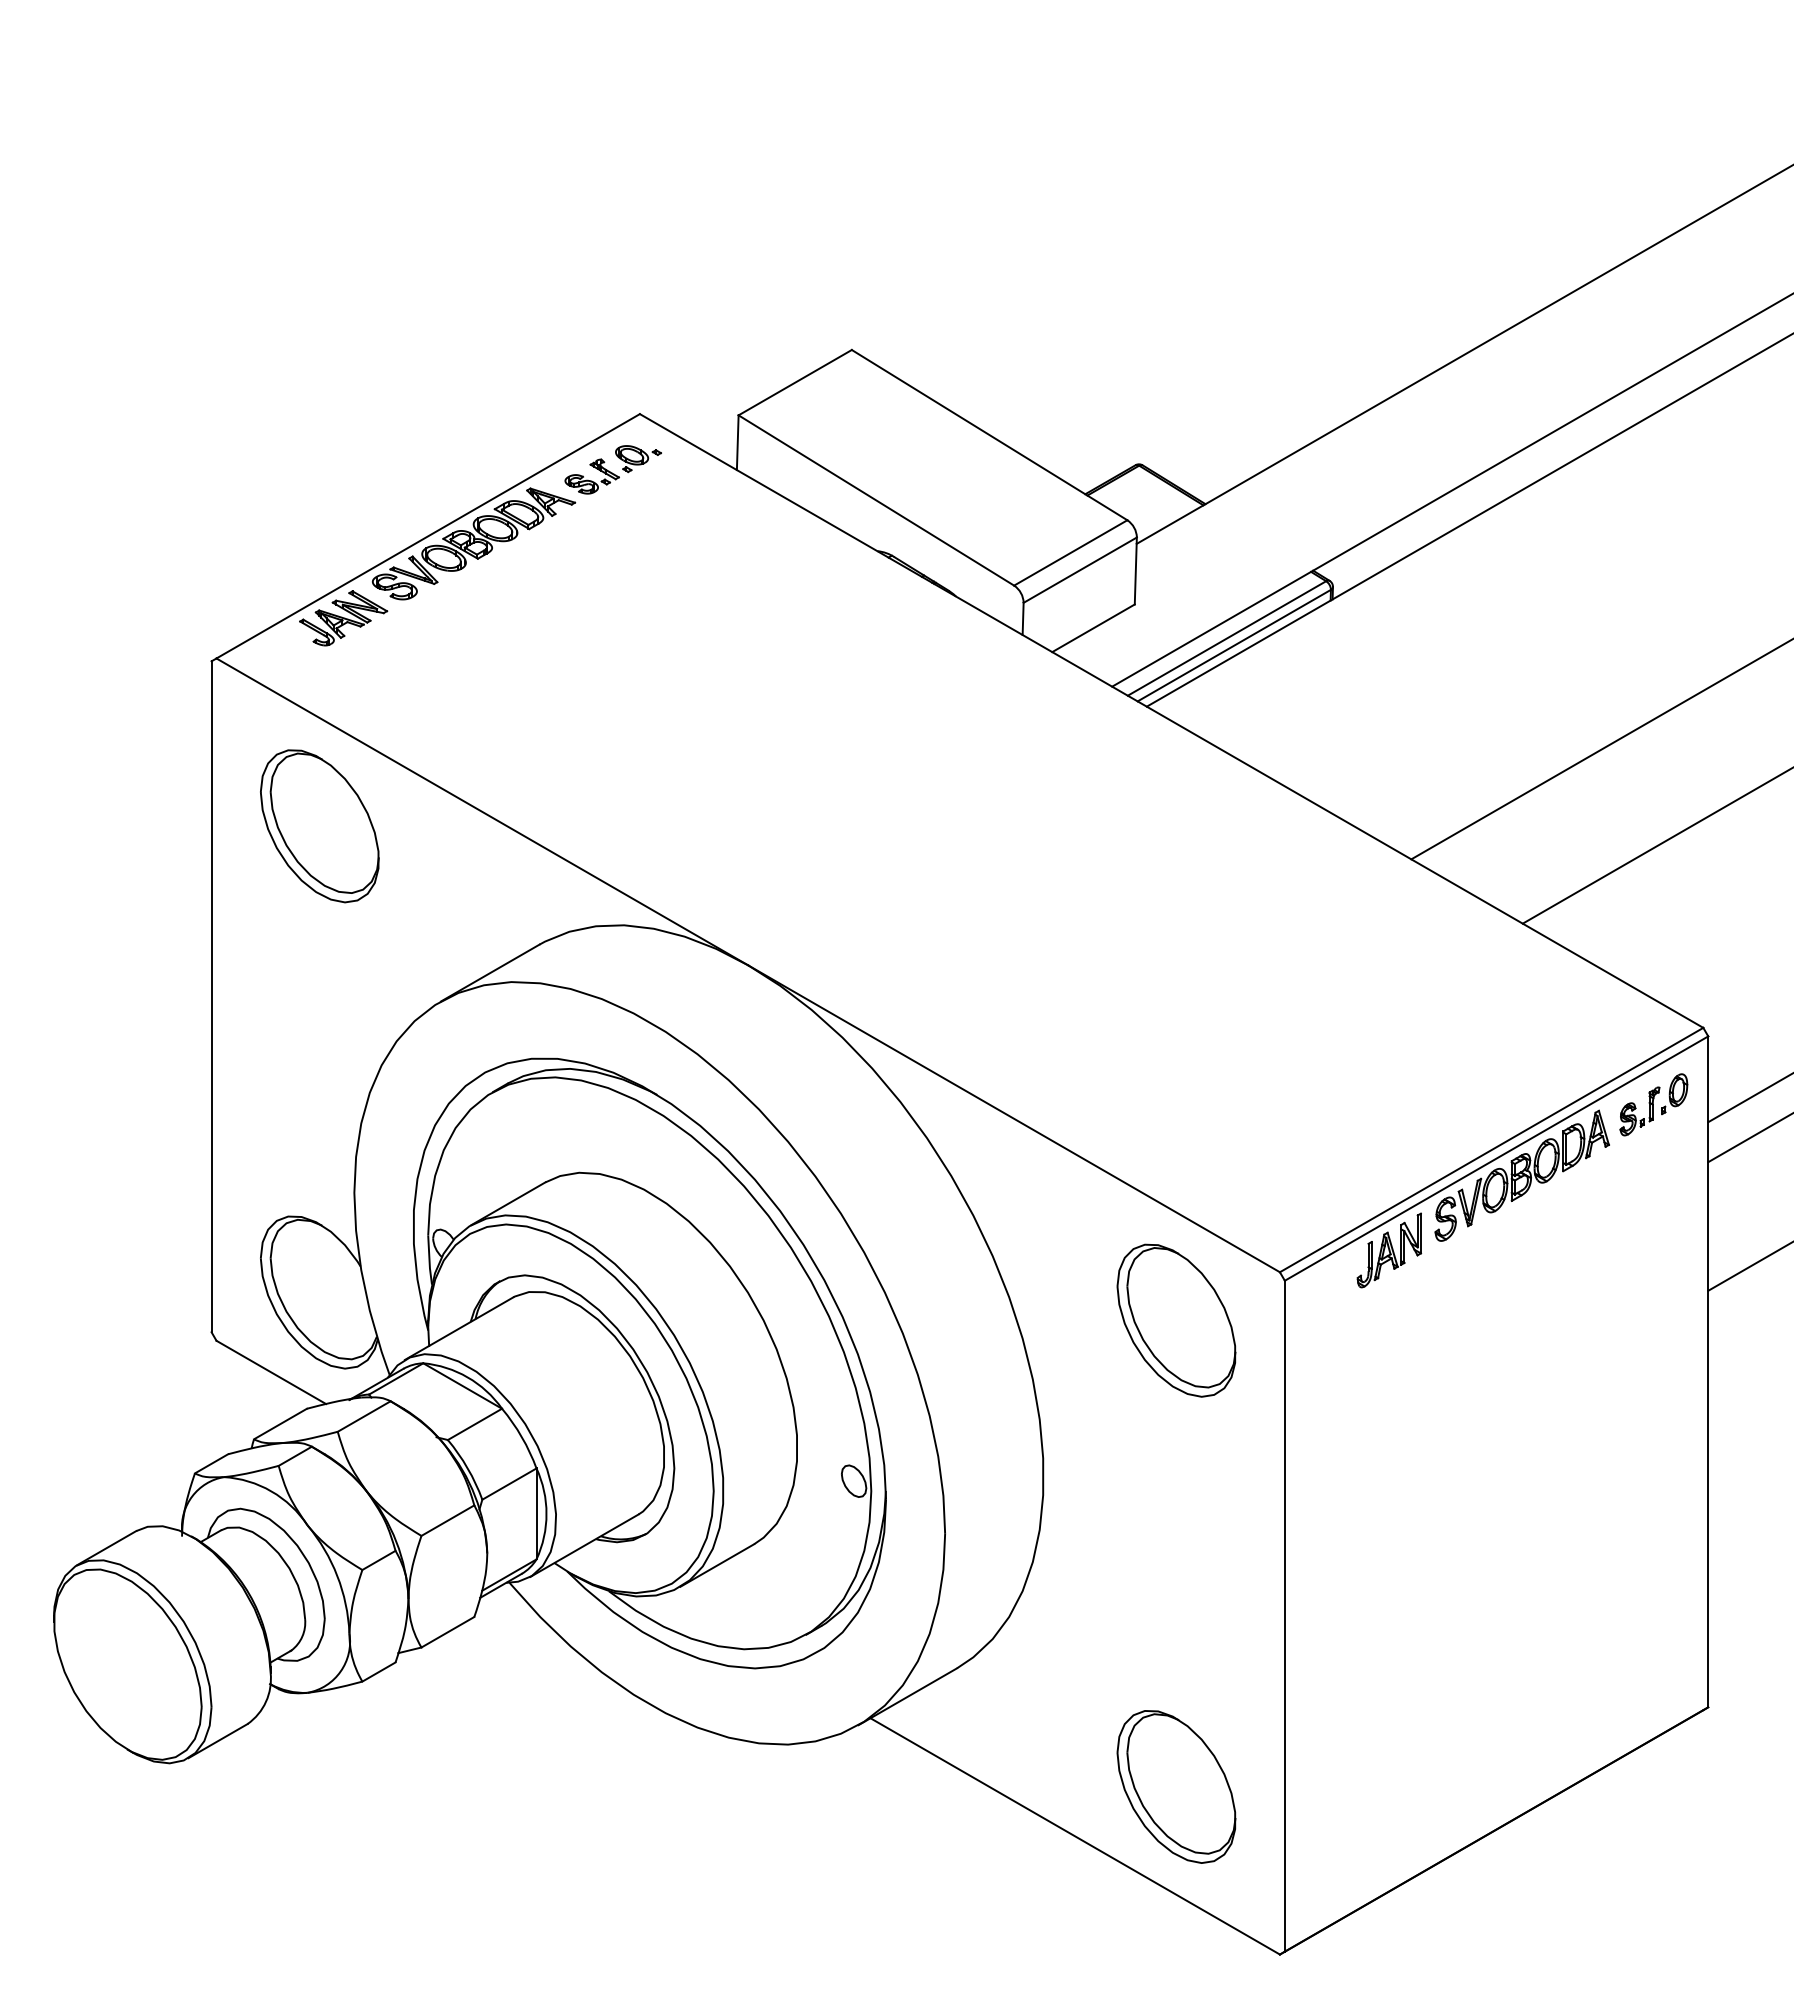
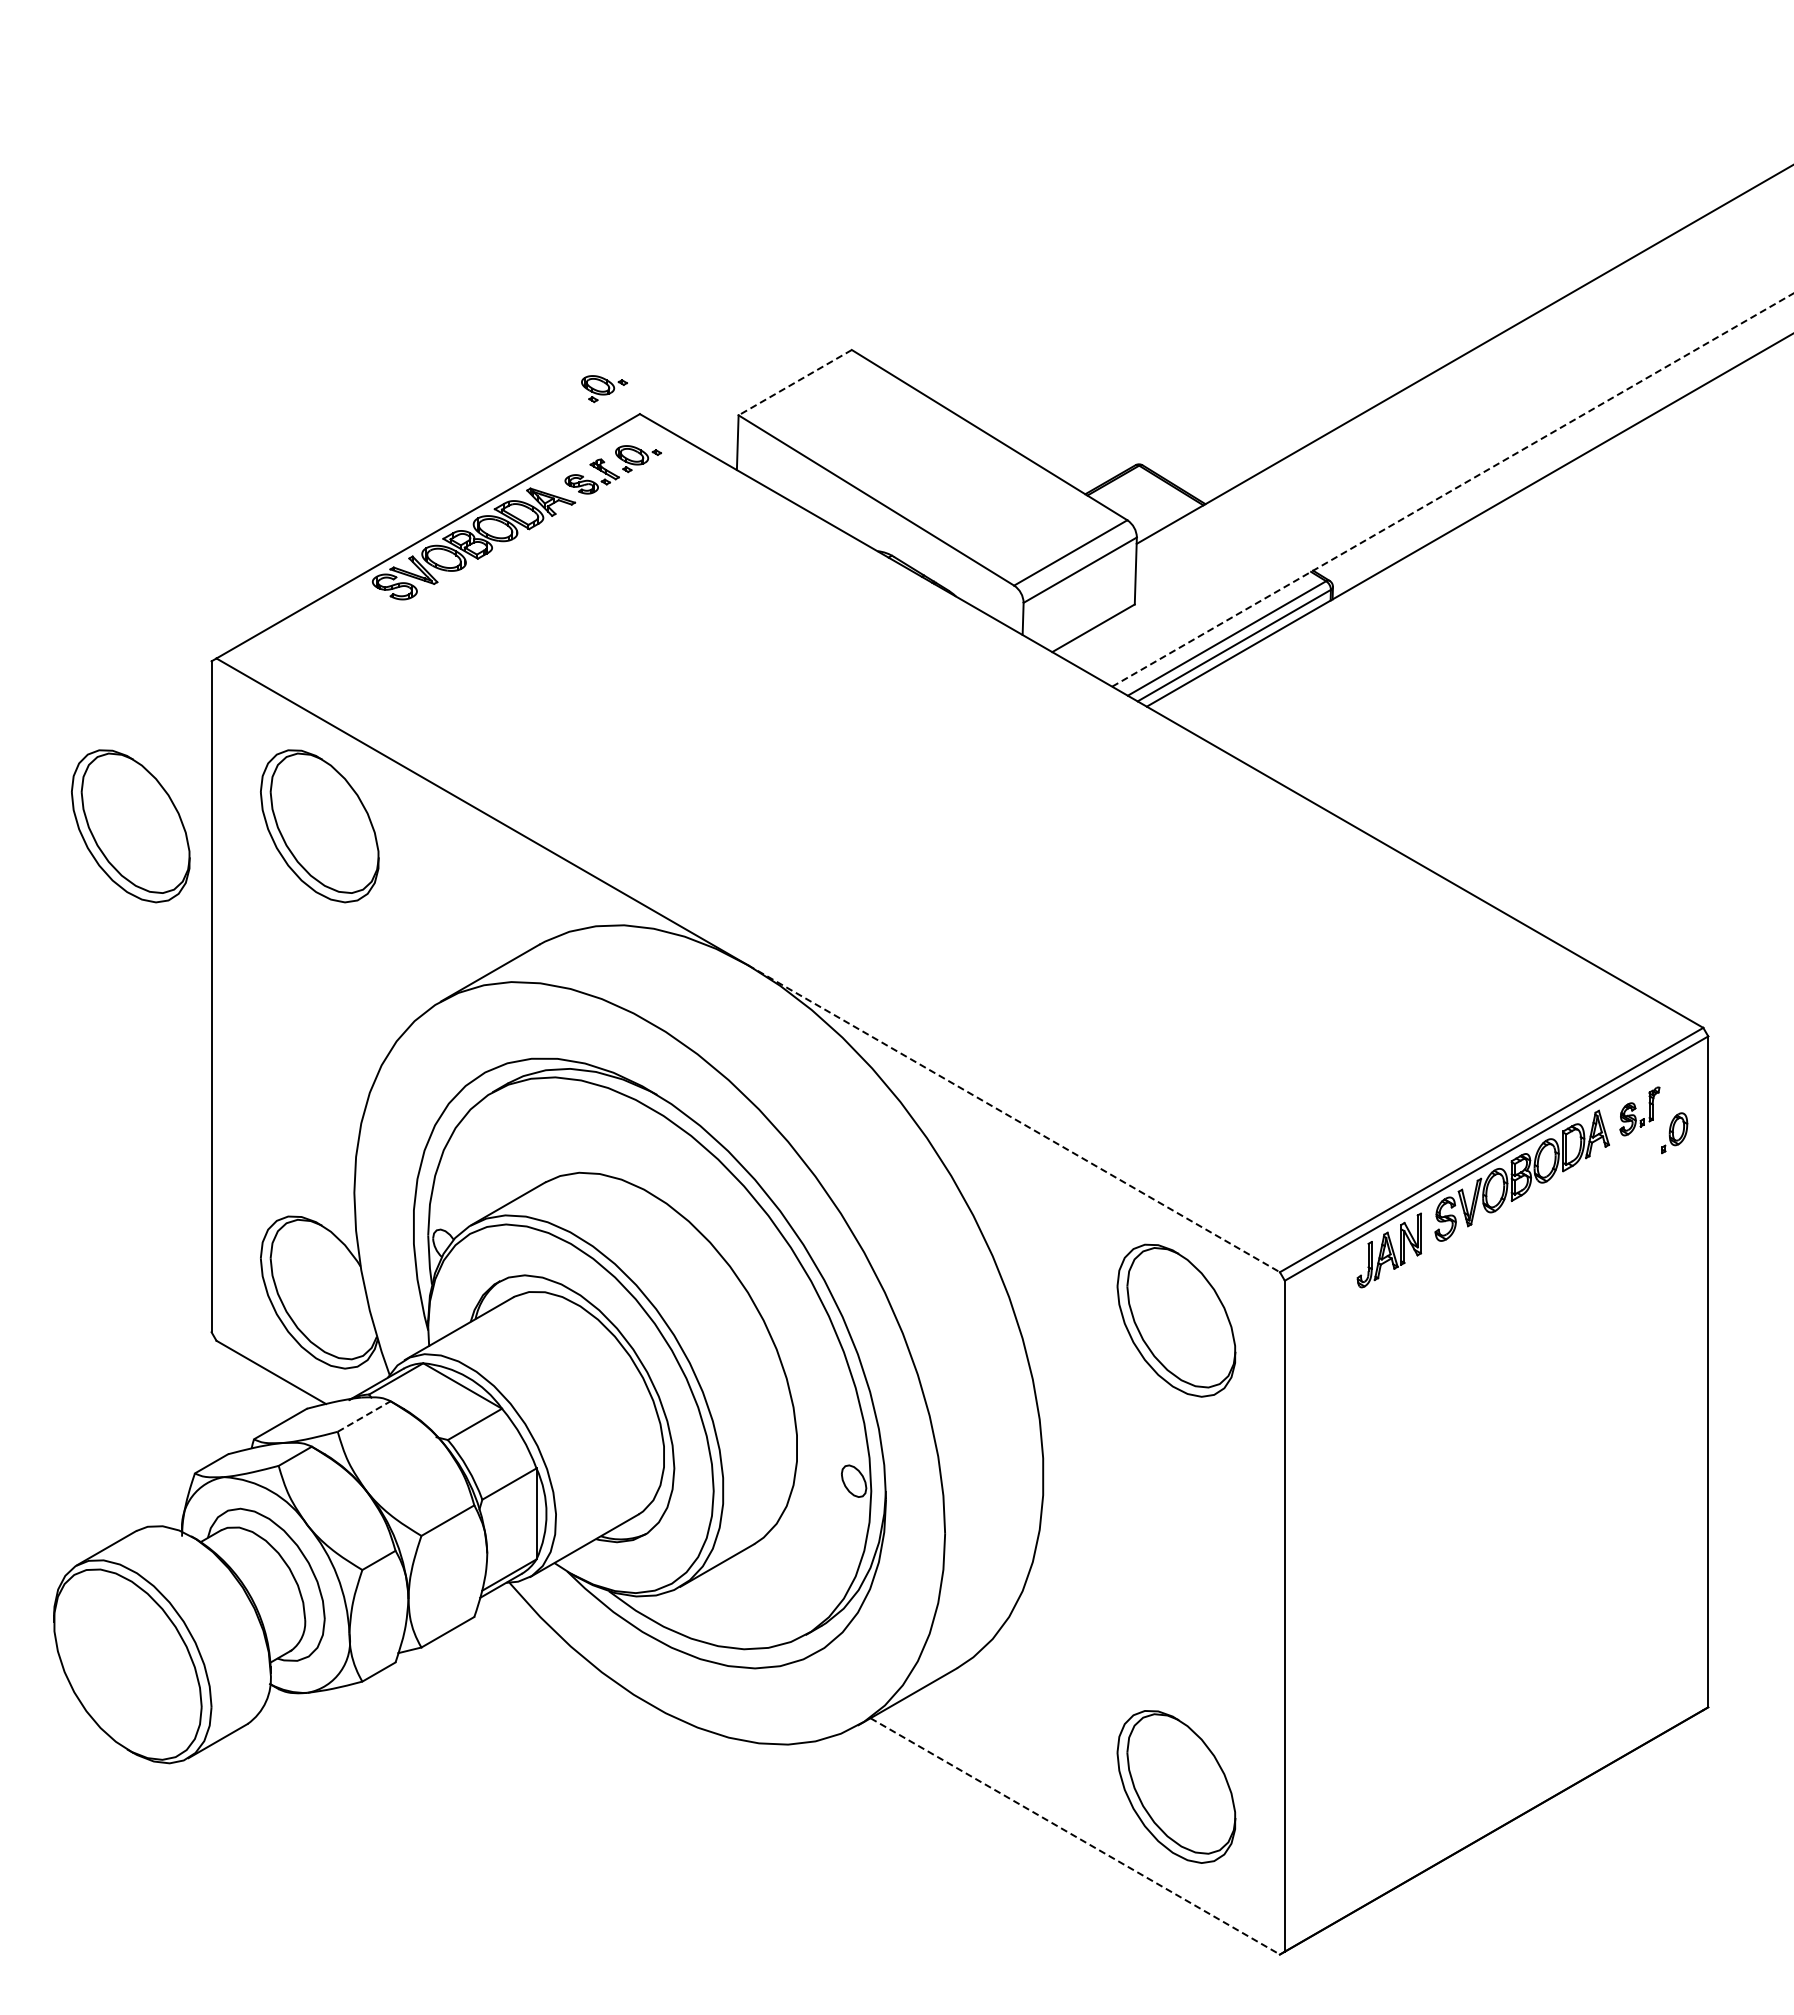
line at (794, 382): solid -> dashed
part at (604, 389): none -> present
line at (1453, 489): solid -> dashed
part at (343, 618): present -> none
line at (1600, 749): present -> none
part at (130, 826): none -> present
line at (1656, 846): present -> none
part at (1674, 1094) position: (1674, 1094) -> (1674, 1133)
line at (1749, 1098): present -> none
line at (1014, 1118): solid -> dashed
line at (1749, 1138): present -> none
line at (1749, 1266): present -> none
line at (364, 1416): solid -> dashed
line at (1075, 1836): solid -> dashed
